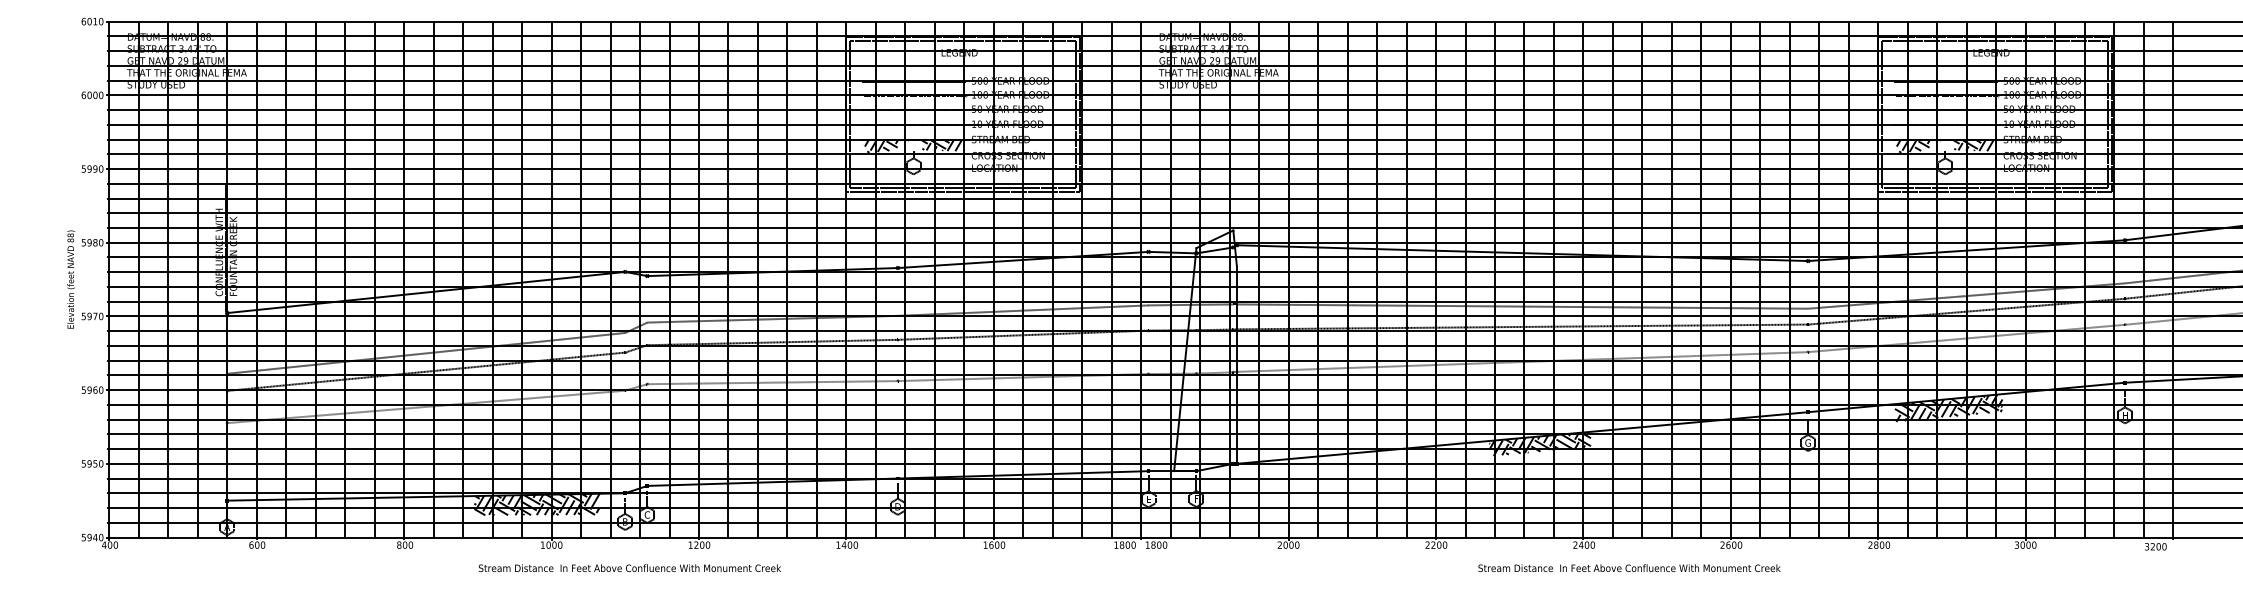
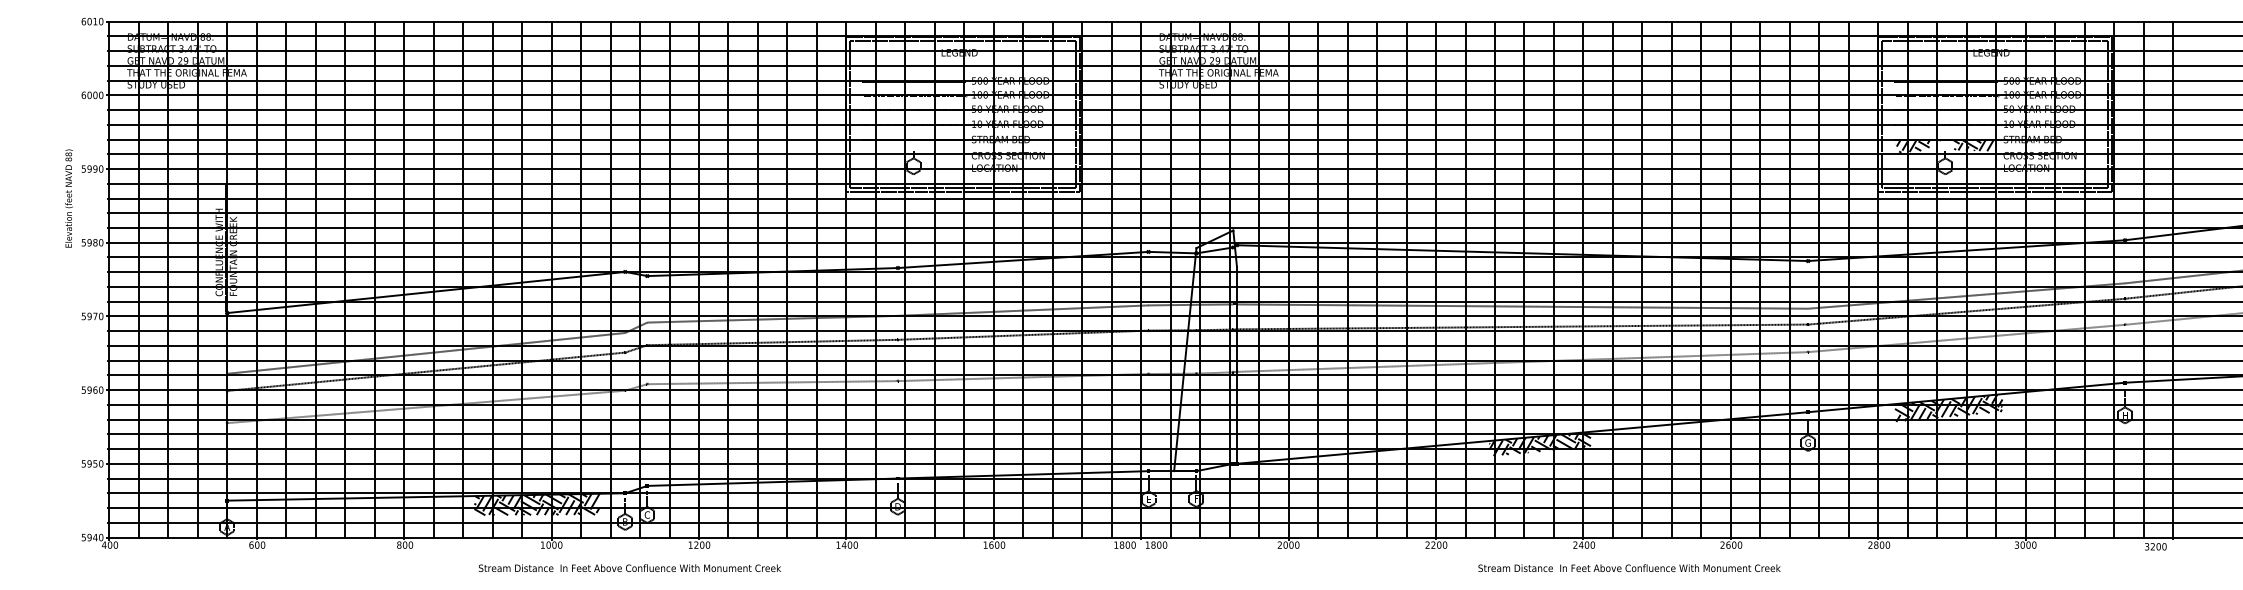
hatch at (912, 146): present -> none
text at (70, 279) position: (70, 279) -> (68, 198)
